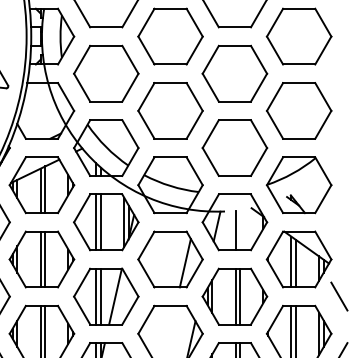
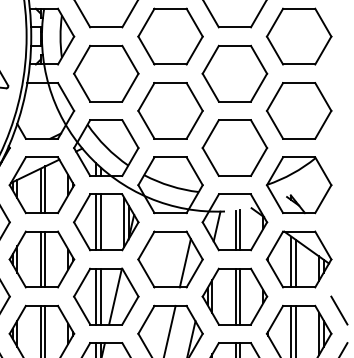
line at (240, 230): none -> present
line at (339, 296) position: (339, 296) -> (339, 310)
line at (169, 329): none -> present
